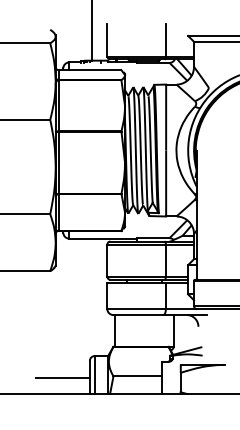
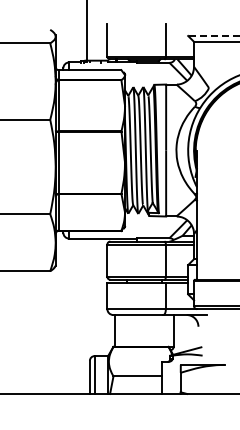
line at (92, 31) position: (92, 31) -> (87, 31)
line at (213, 35): solid -> dashed
line at (62, 378): present -> none
